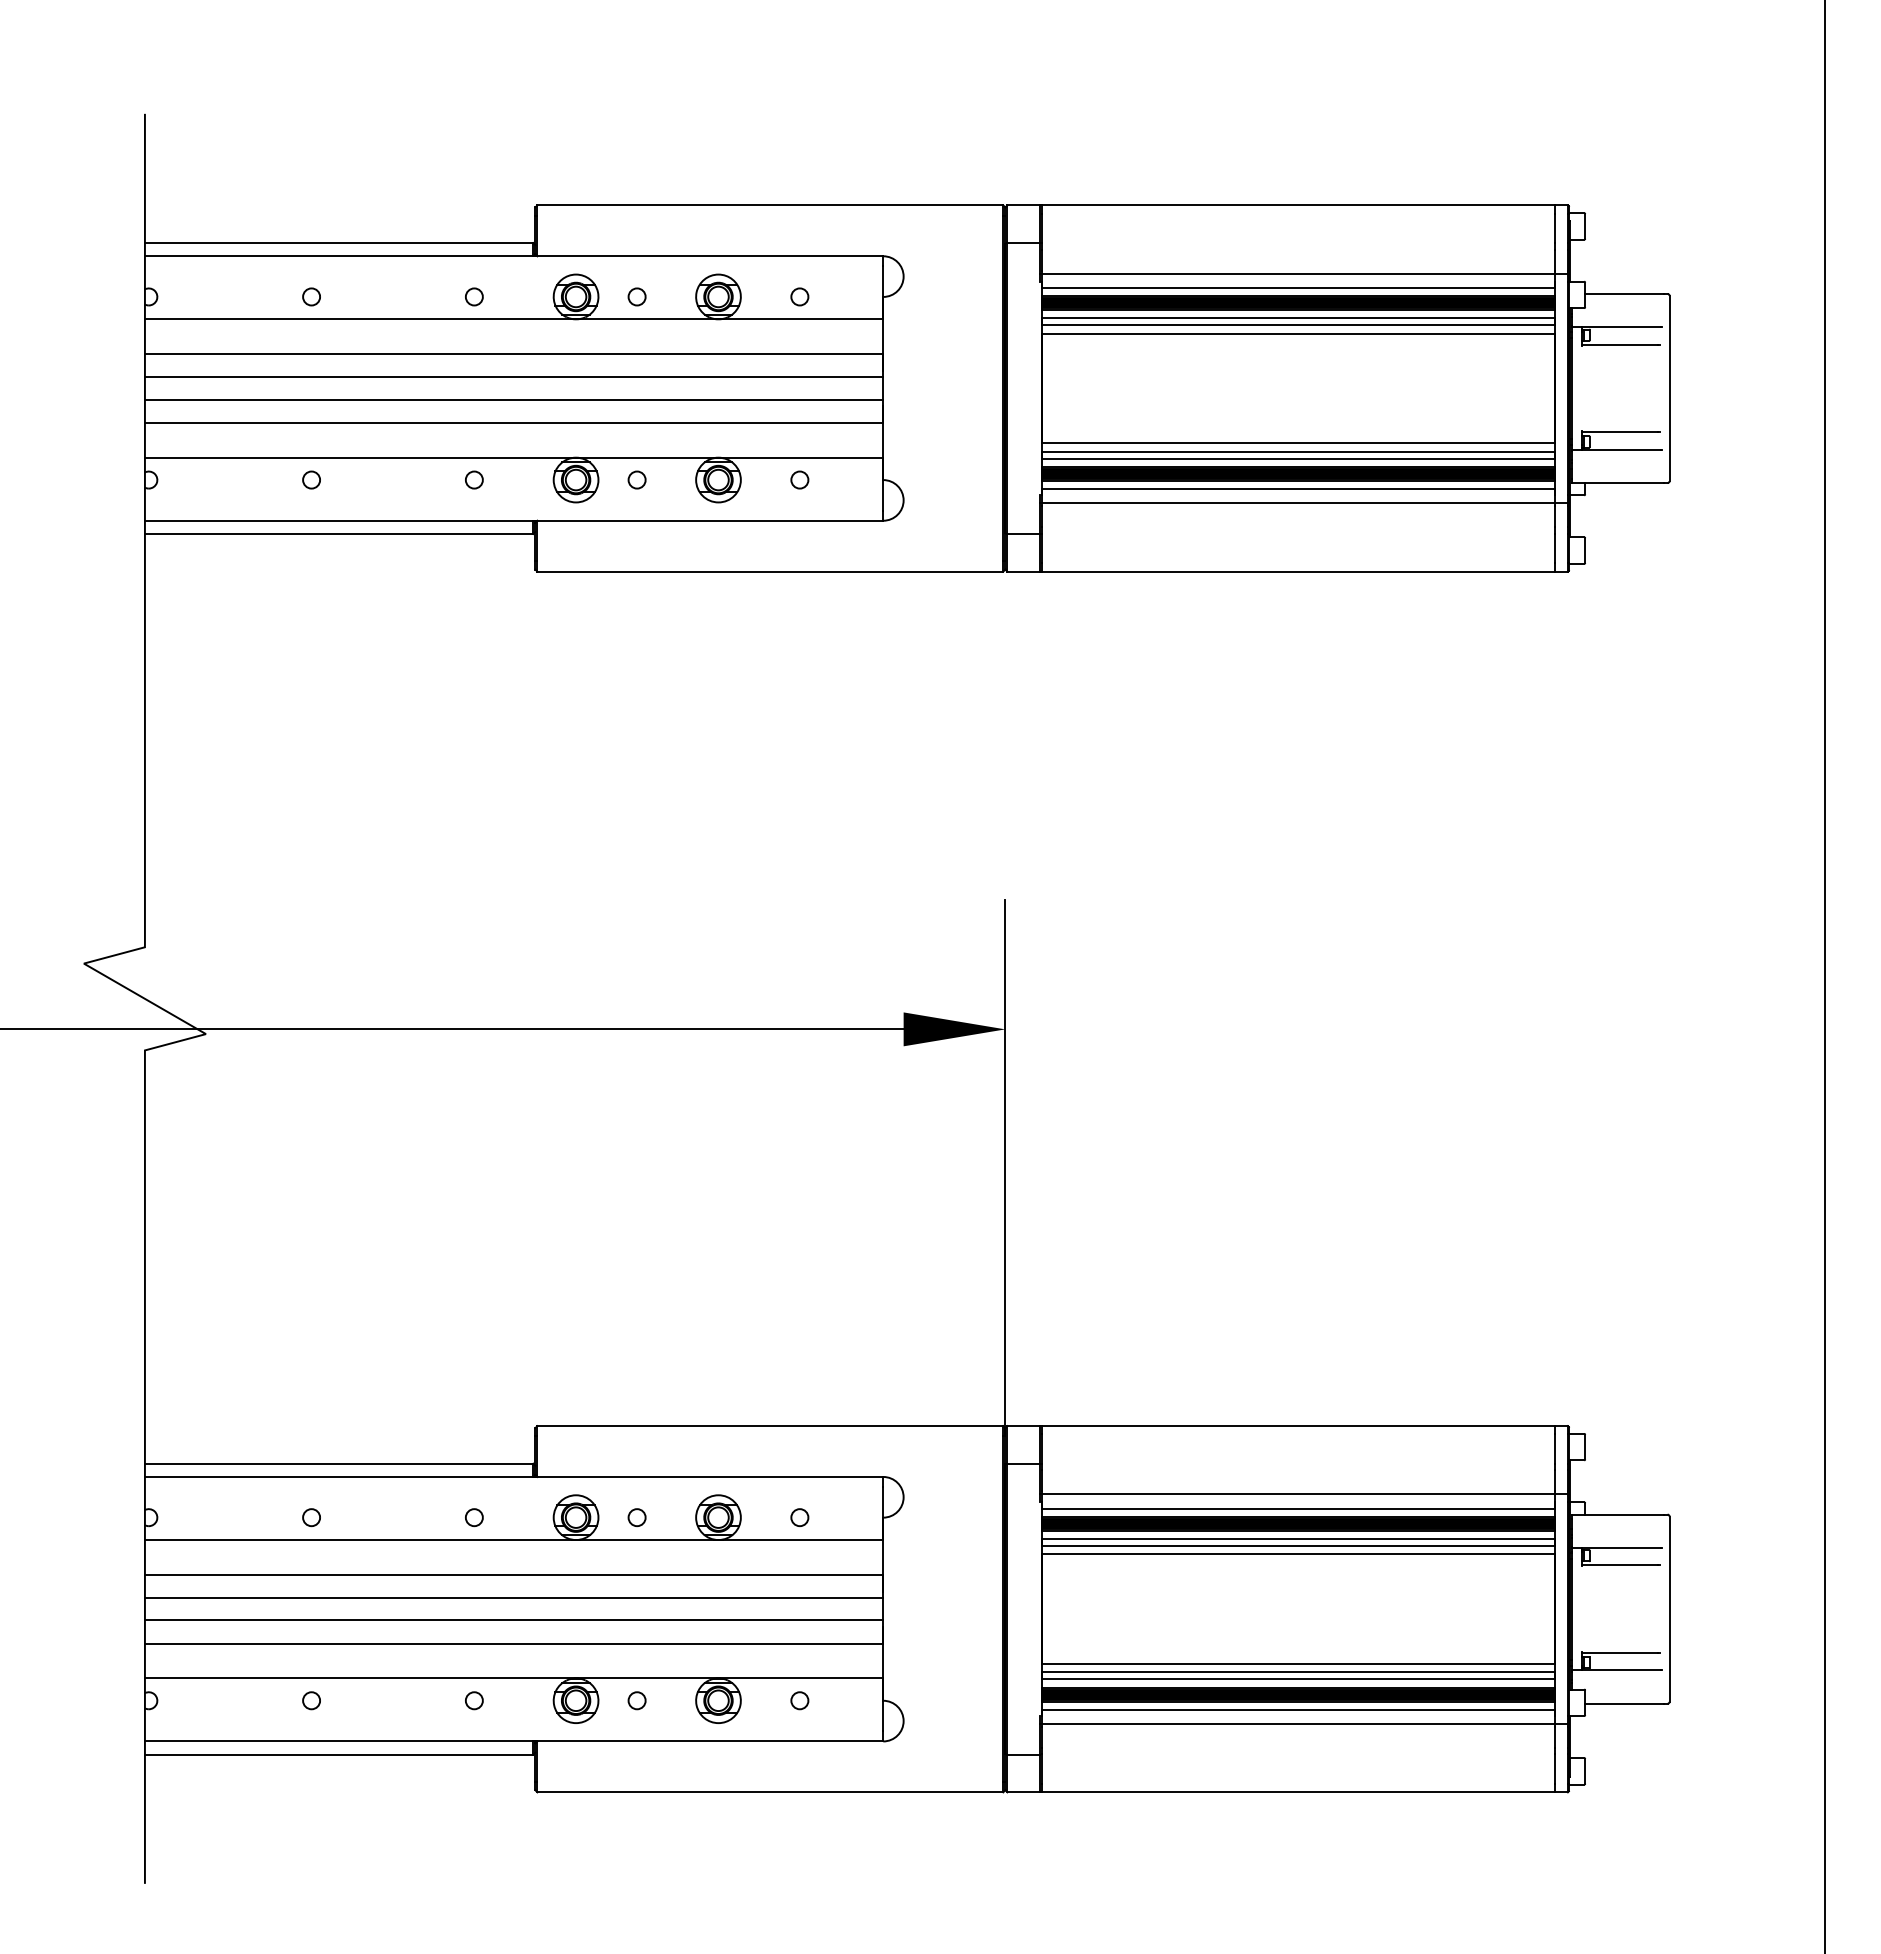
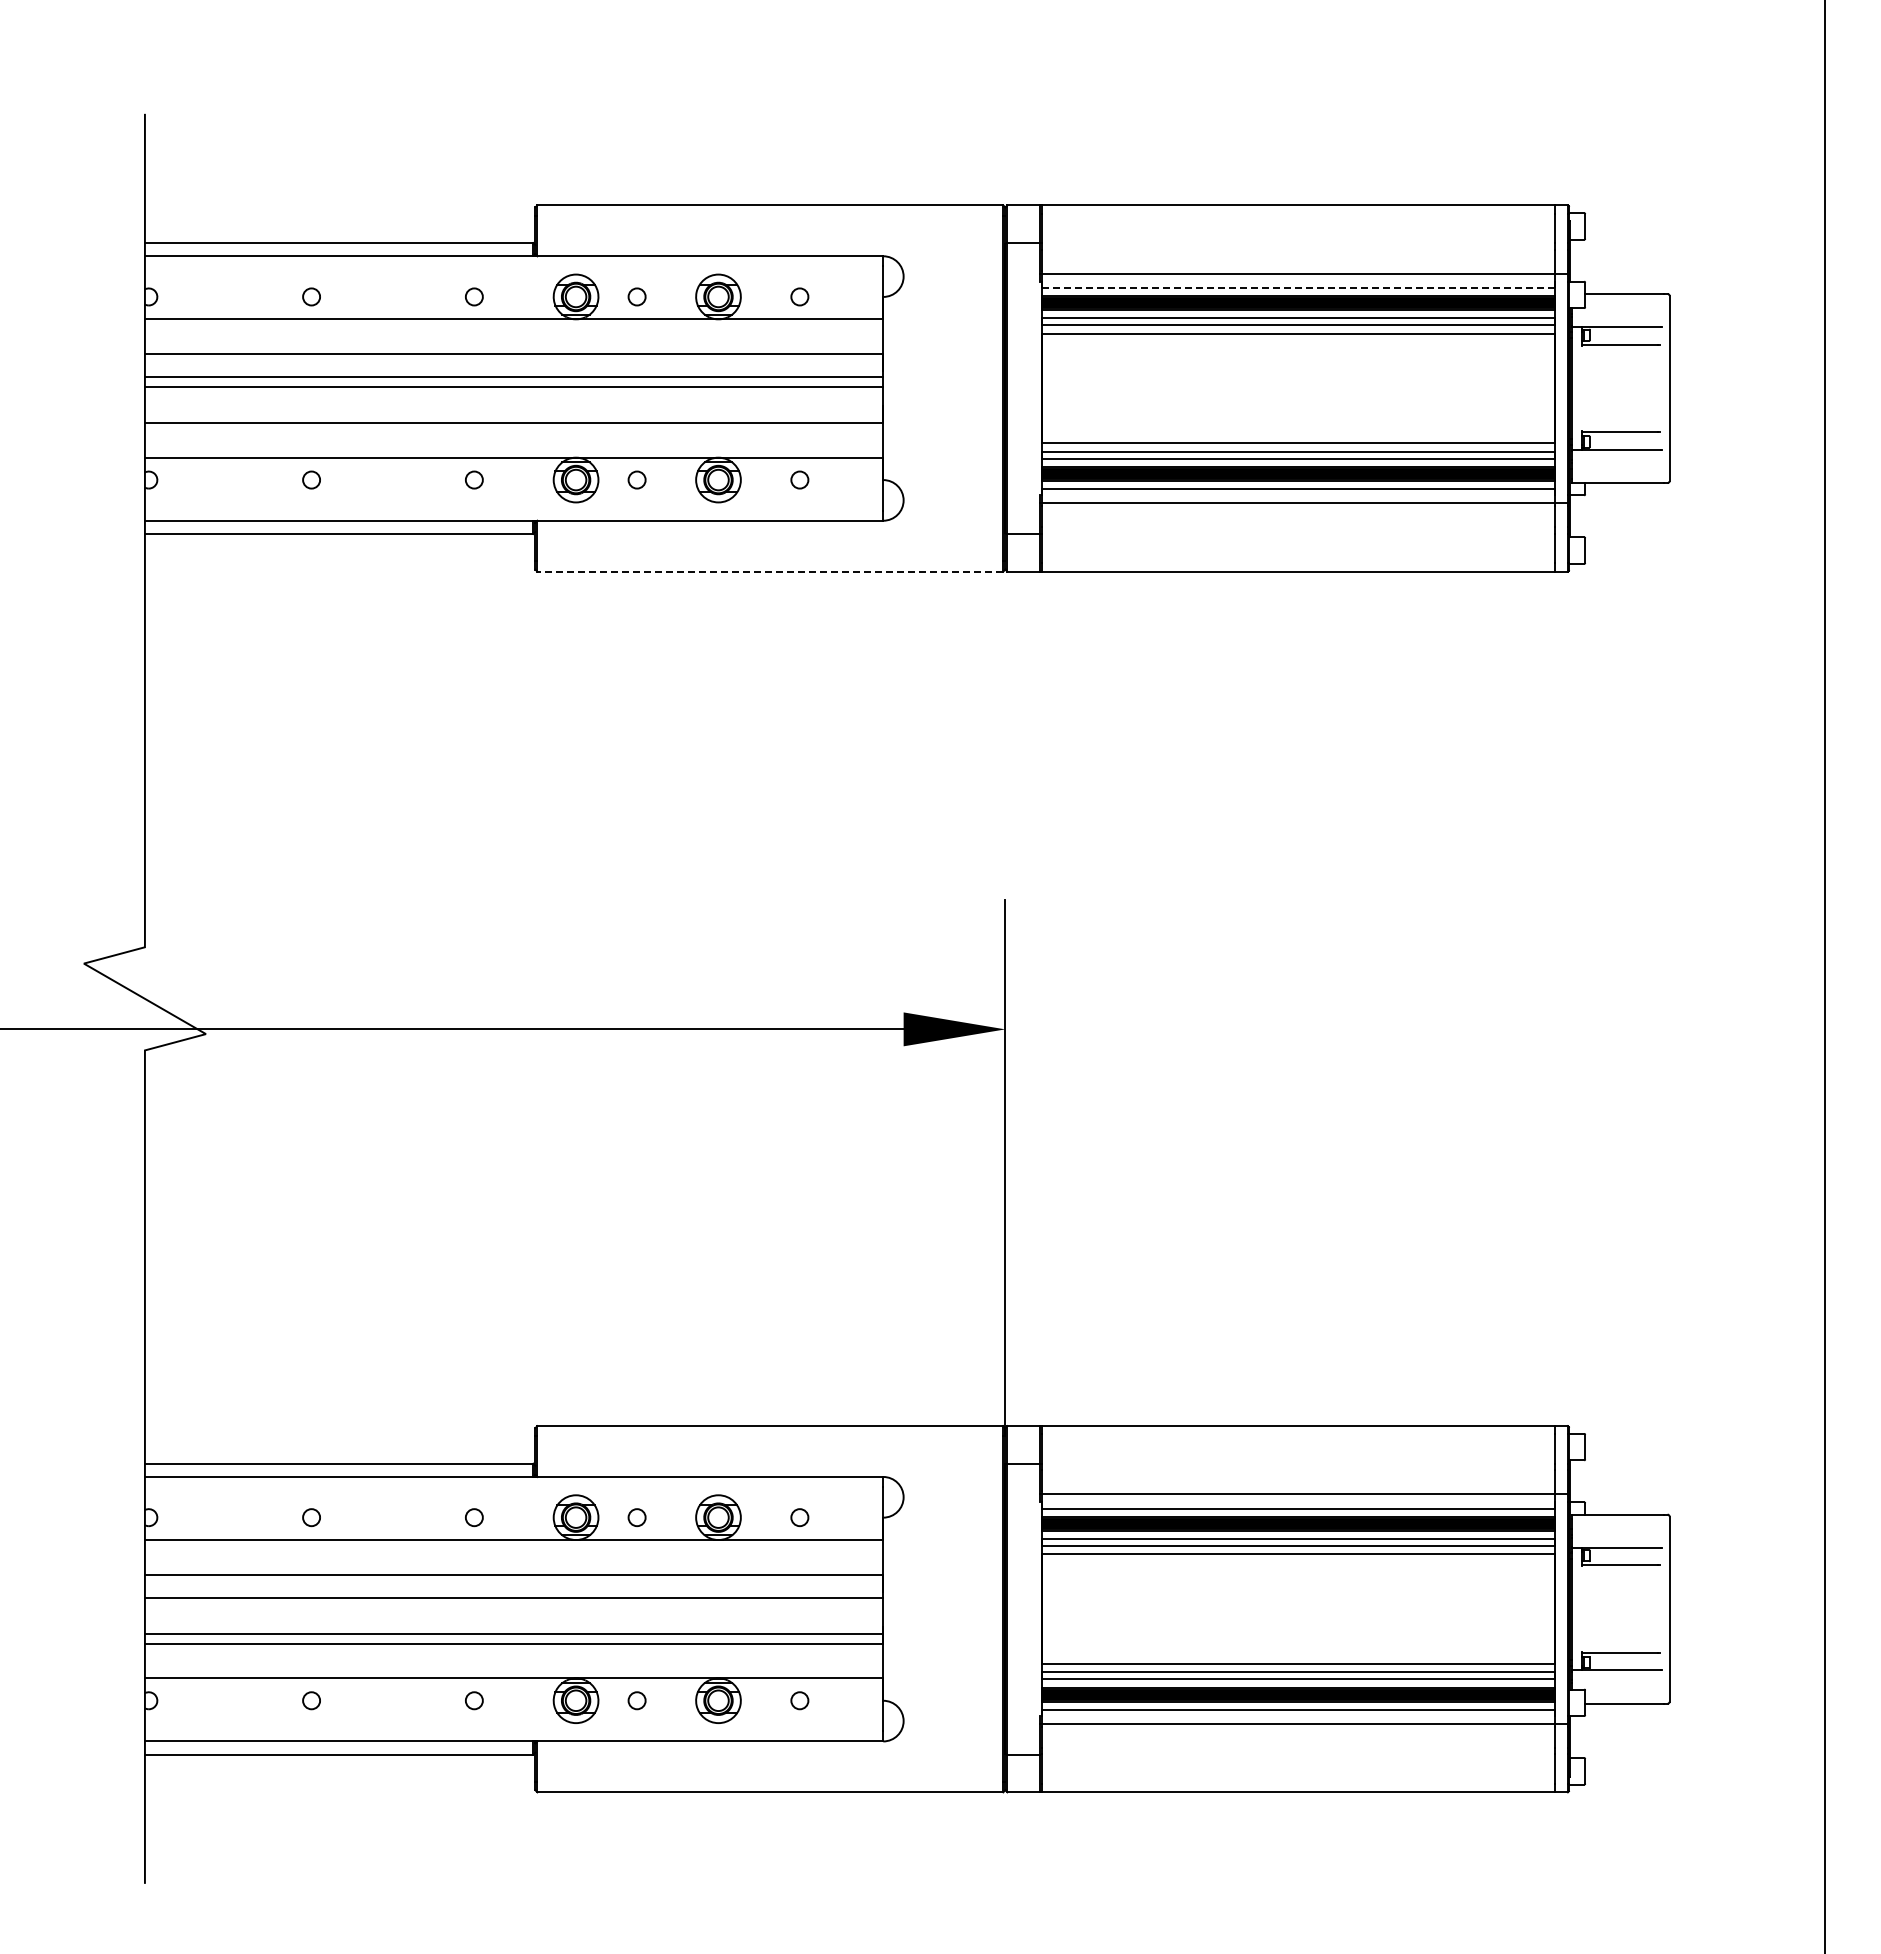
line at (1298, 287): solid -> dashed
line at (513, 399) position: (513, 399) -> (513, 386)
line at (770, 571): solid -> dashed
line at (513, 1620) position: (513, 1620) -> (513, 1634)
